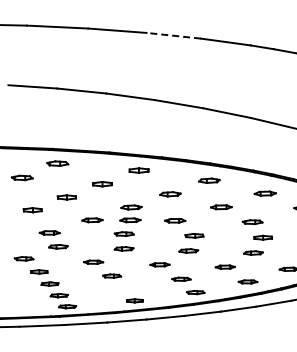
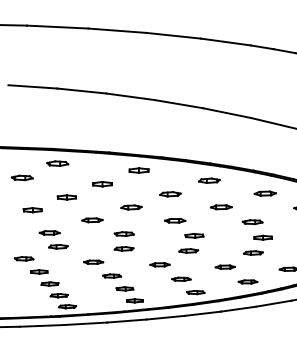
line at (173, 35): dashed -> solid
part at (130, 220): present -> none
part at (124, 288): none -> present
